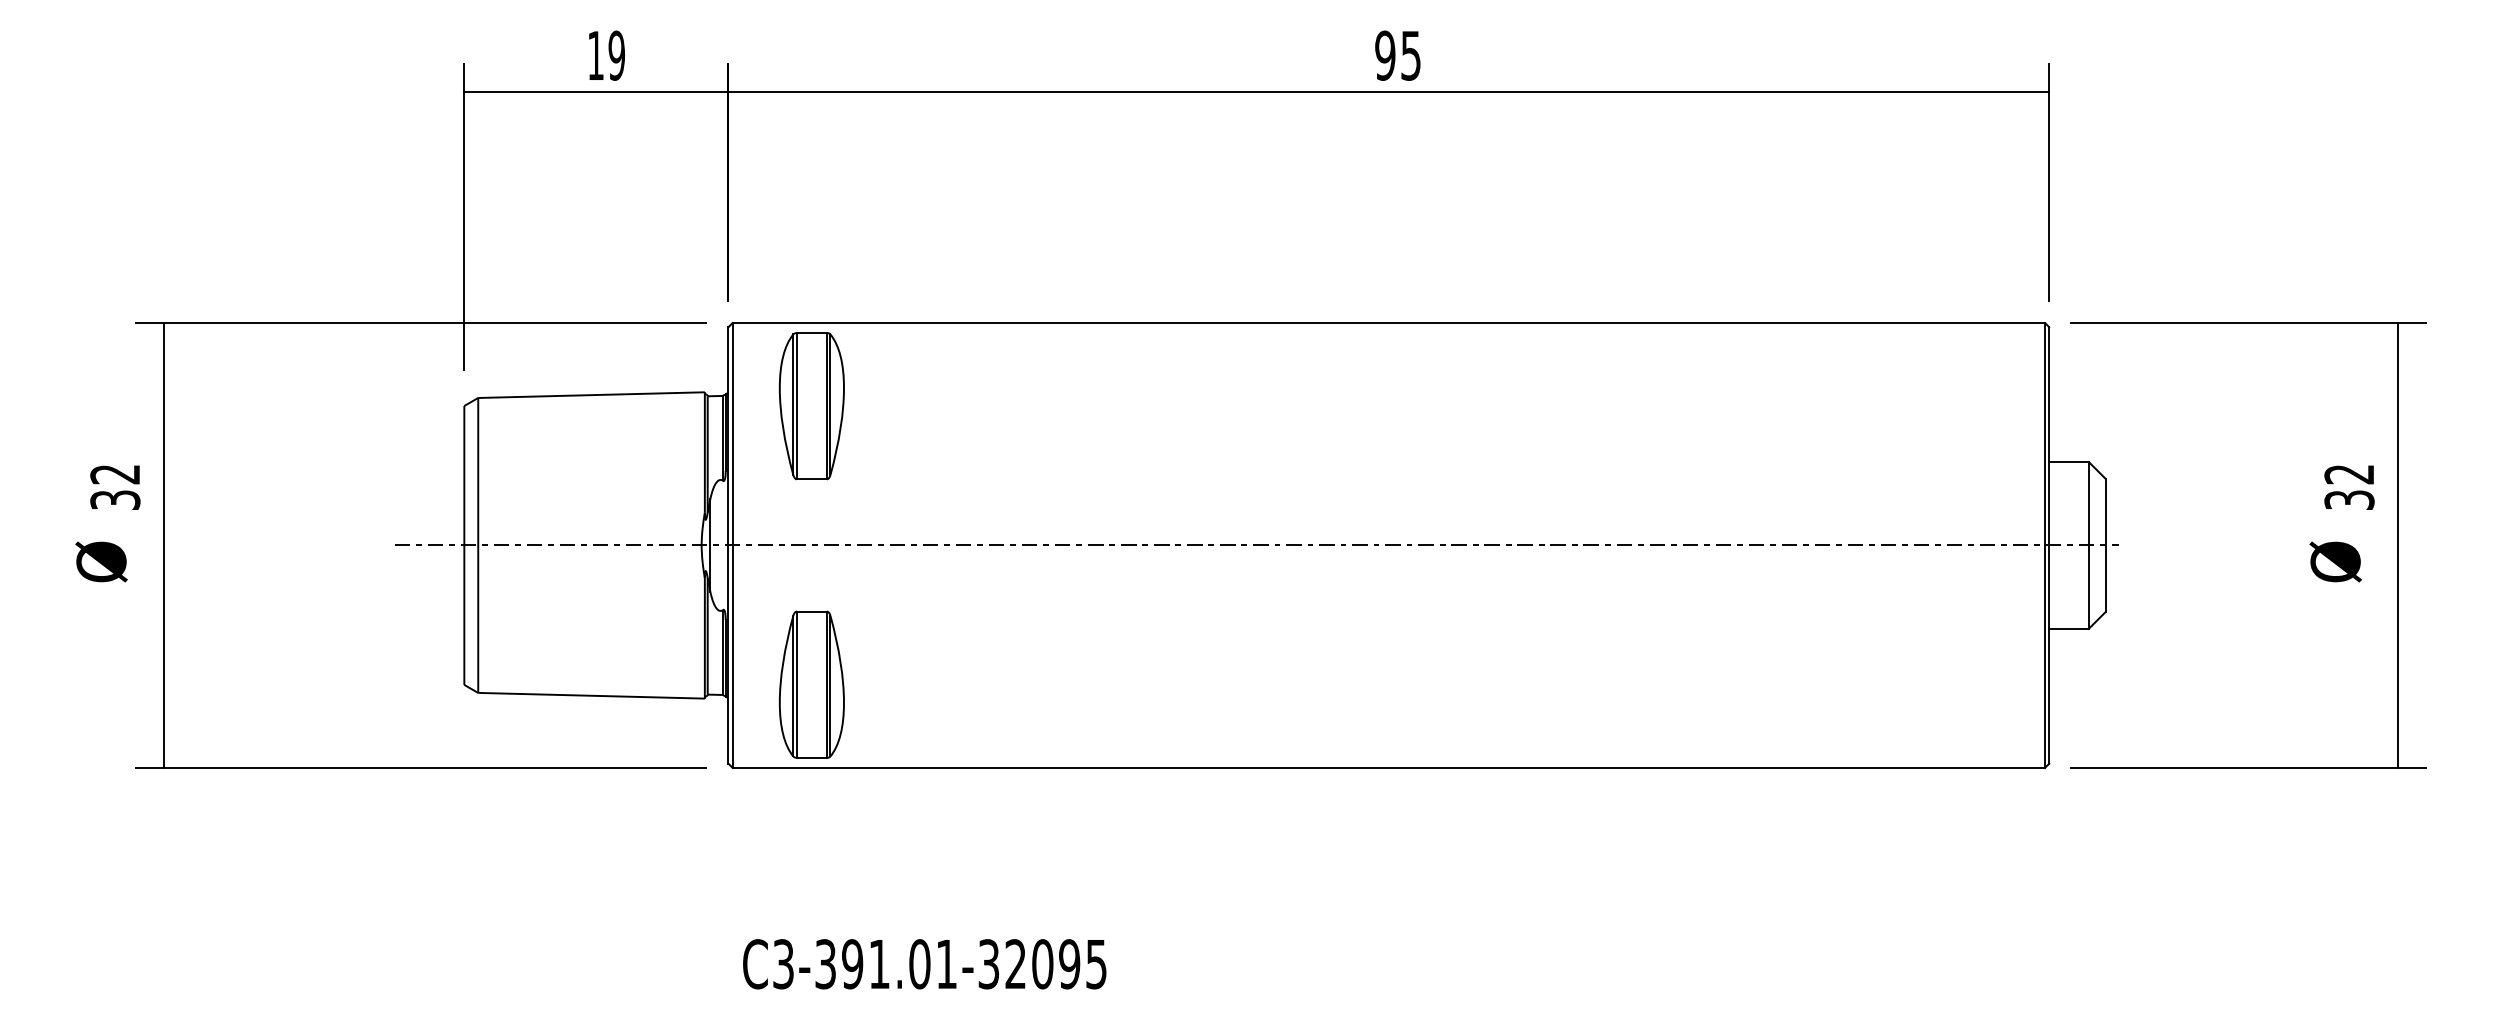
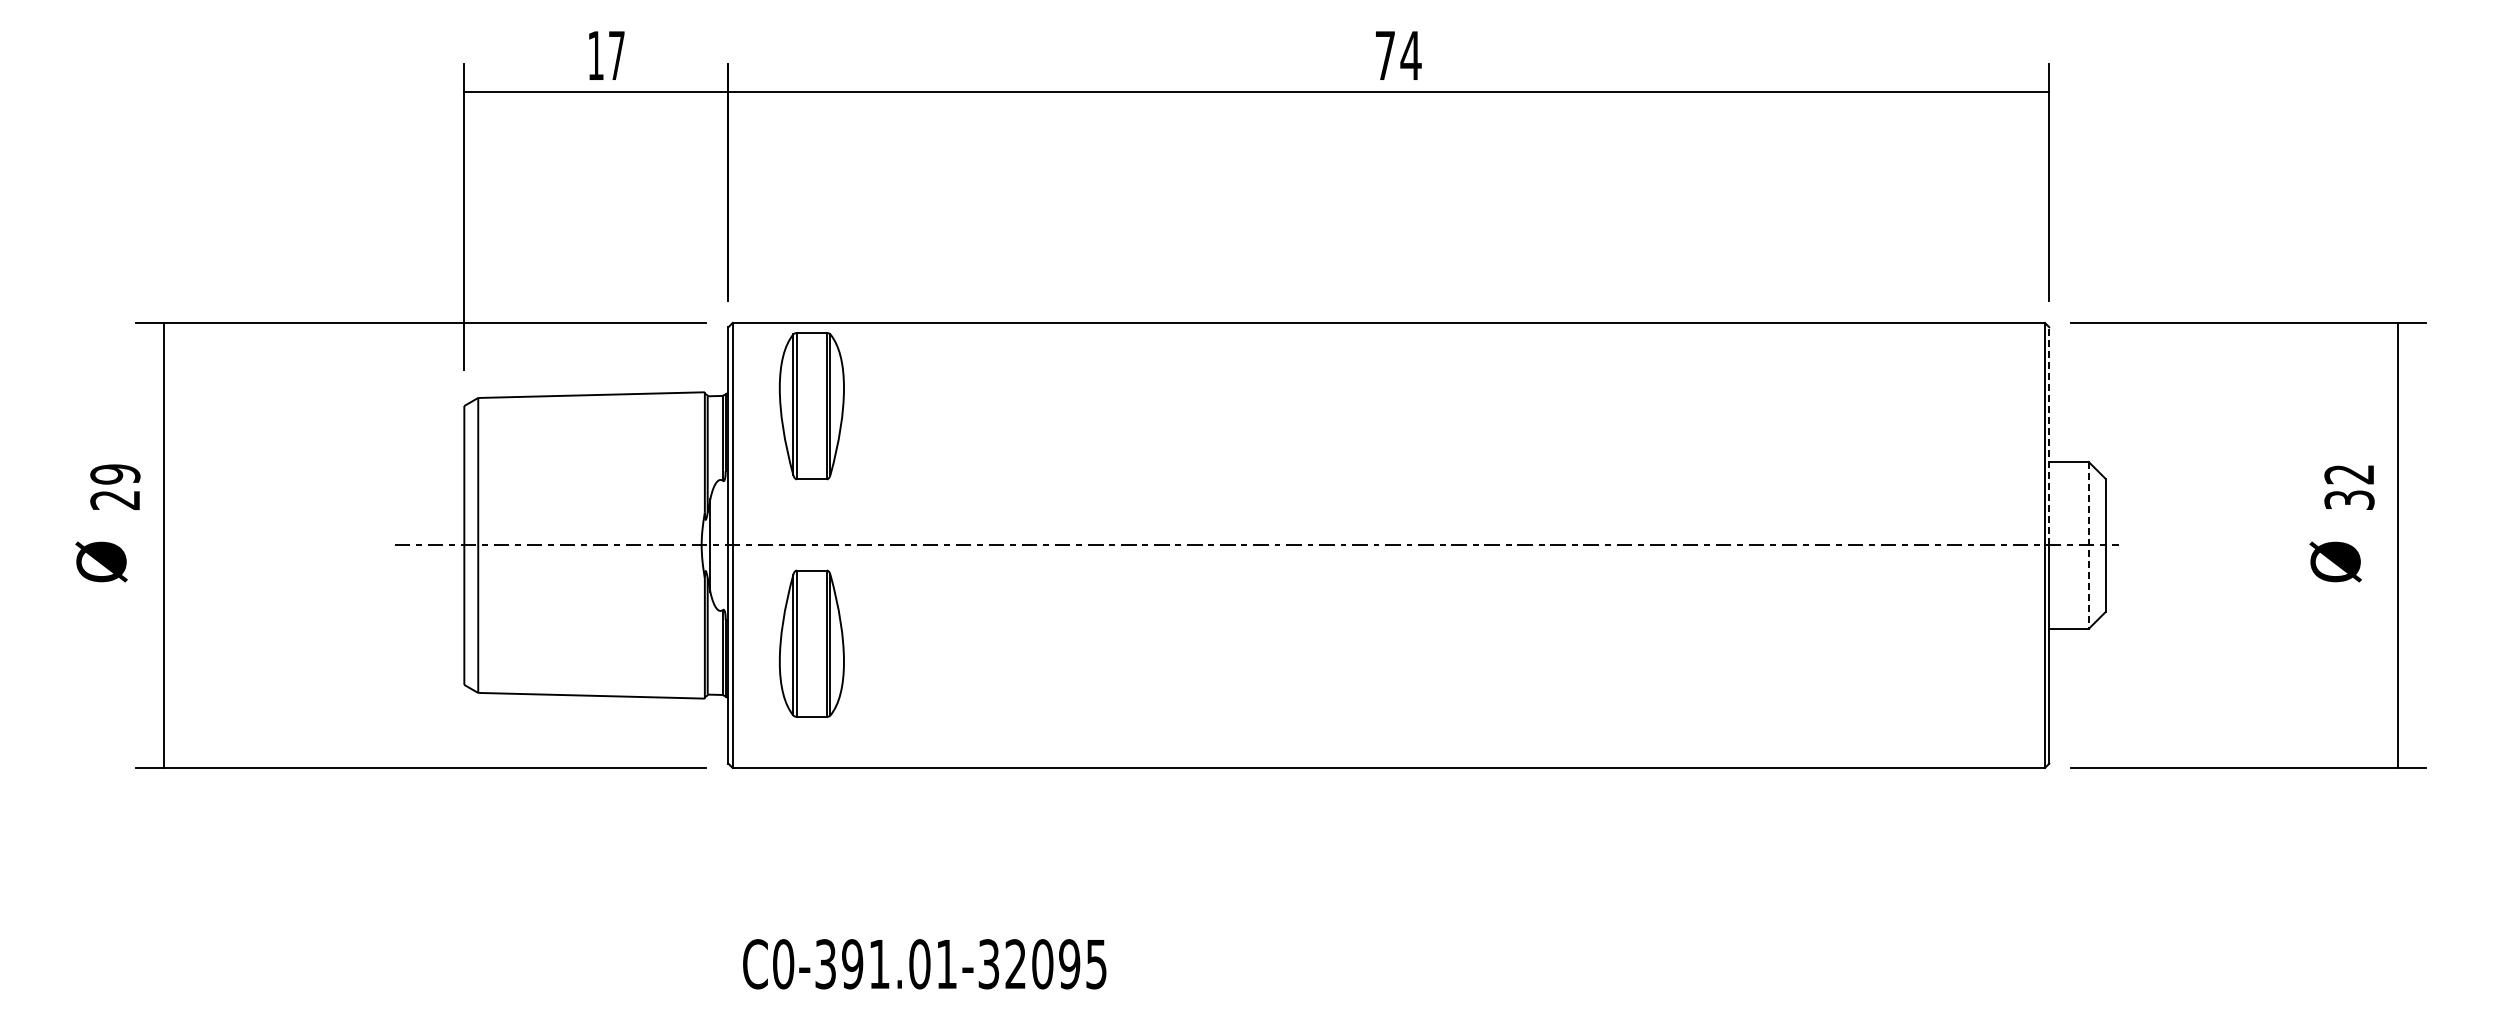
text at (616, 55): 19 -> 17
text at (1398, 55): 95 -> 74
line at (2049, 435): solid -> dashed
text at (115, 486): 32 -> 29
line at (2088, 545): solid -> dashed
part at (811, 684) position: (811, 684) -> (811, 643)
text at (783, 964): C3-391.01-32095 -> C0-391.01-32095
